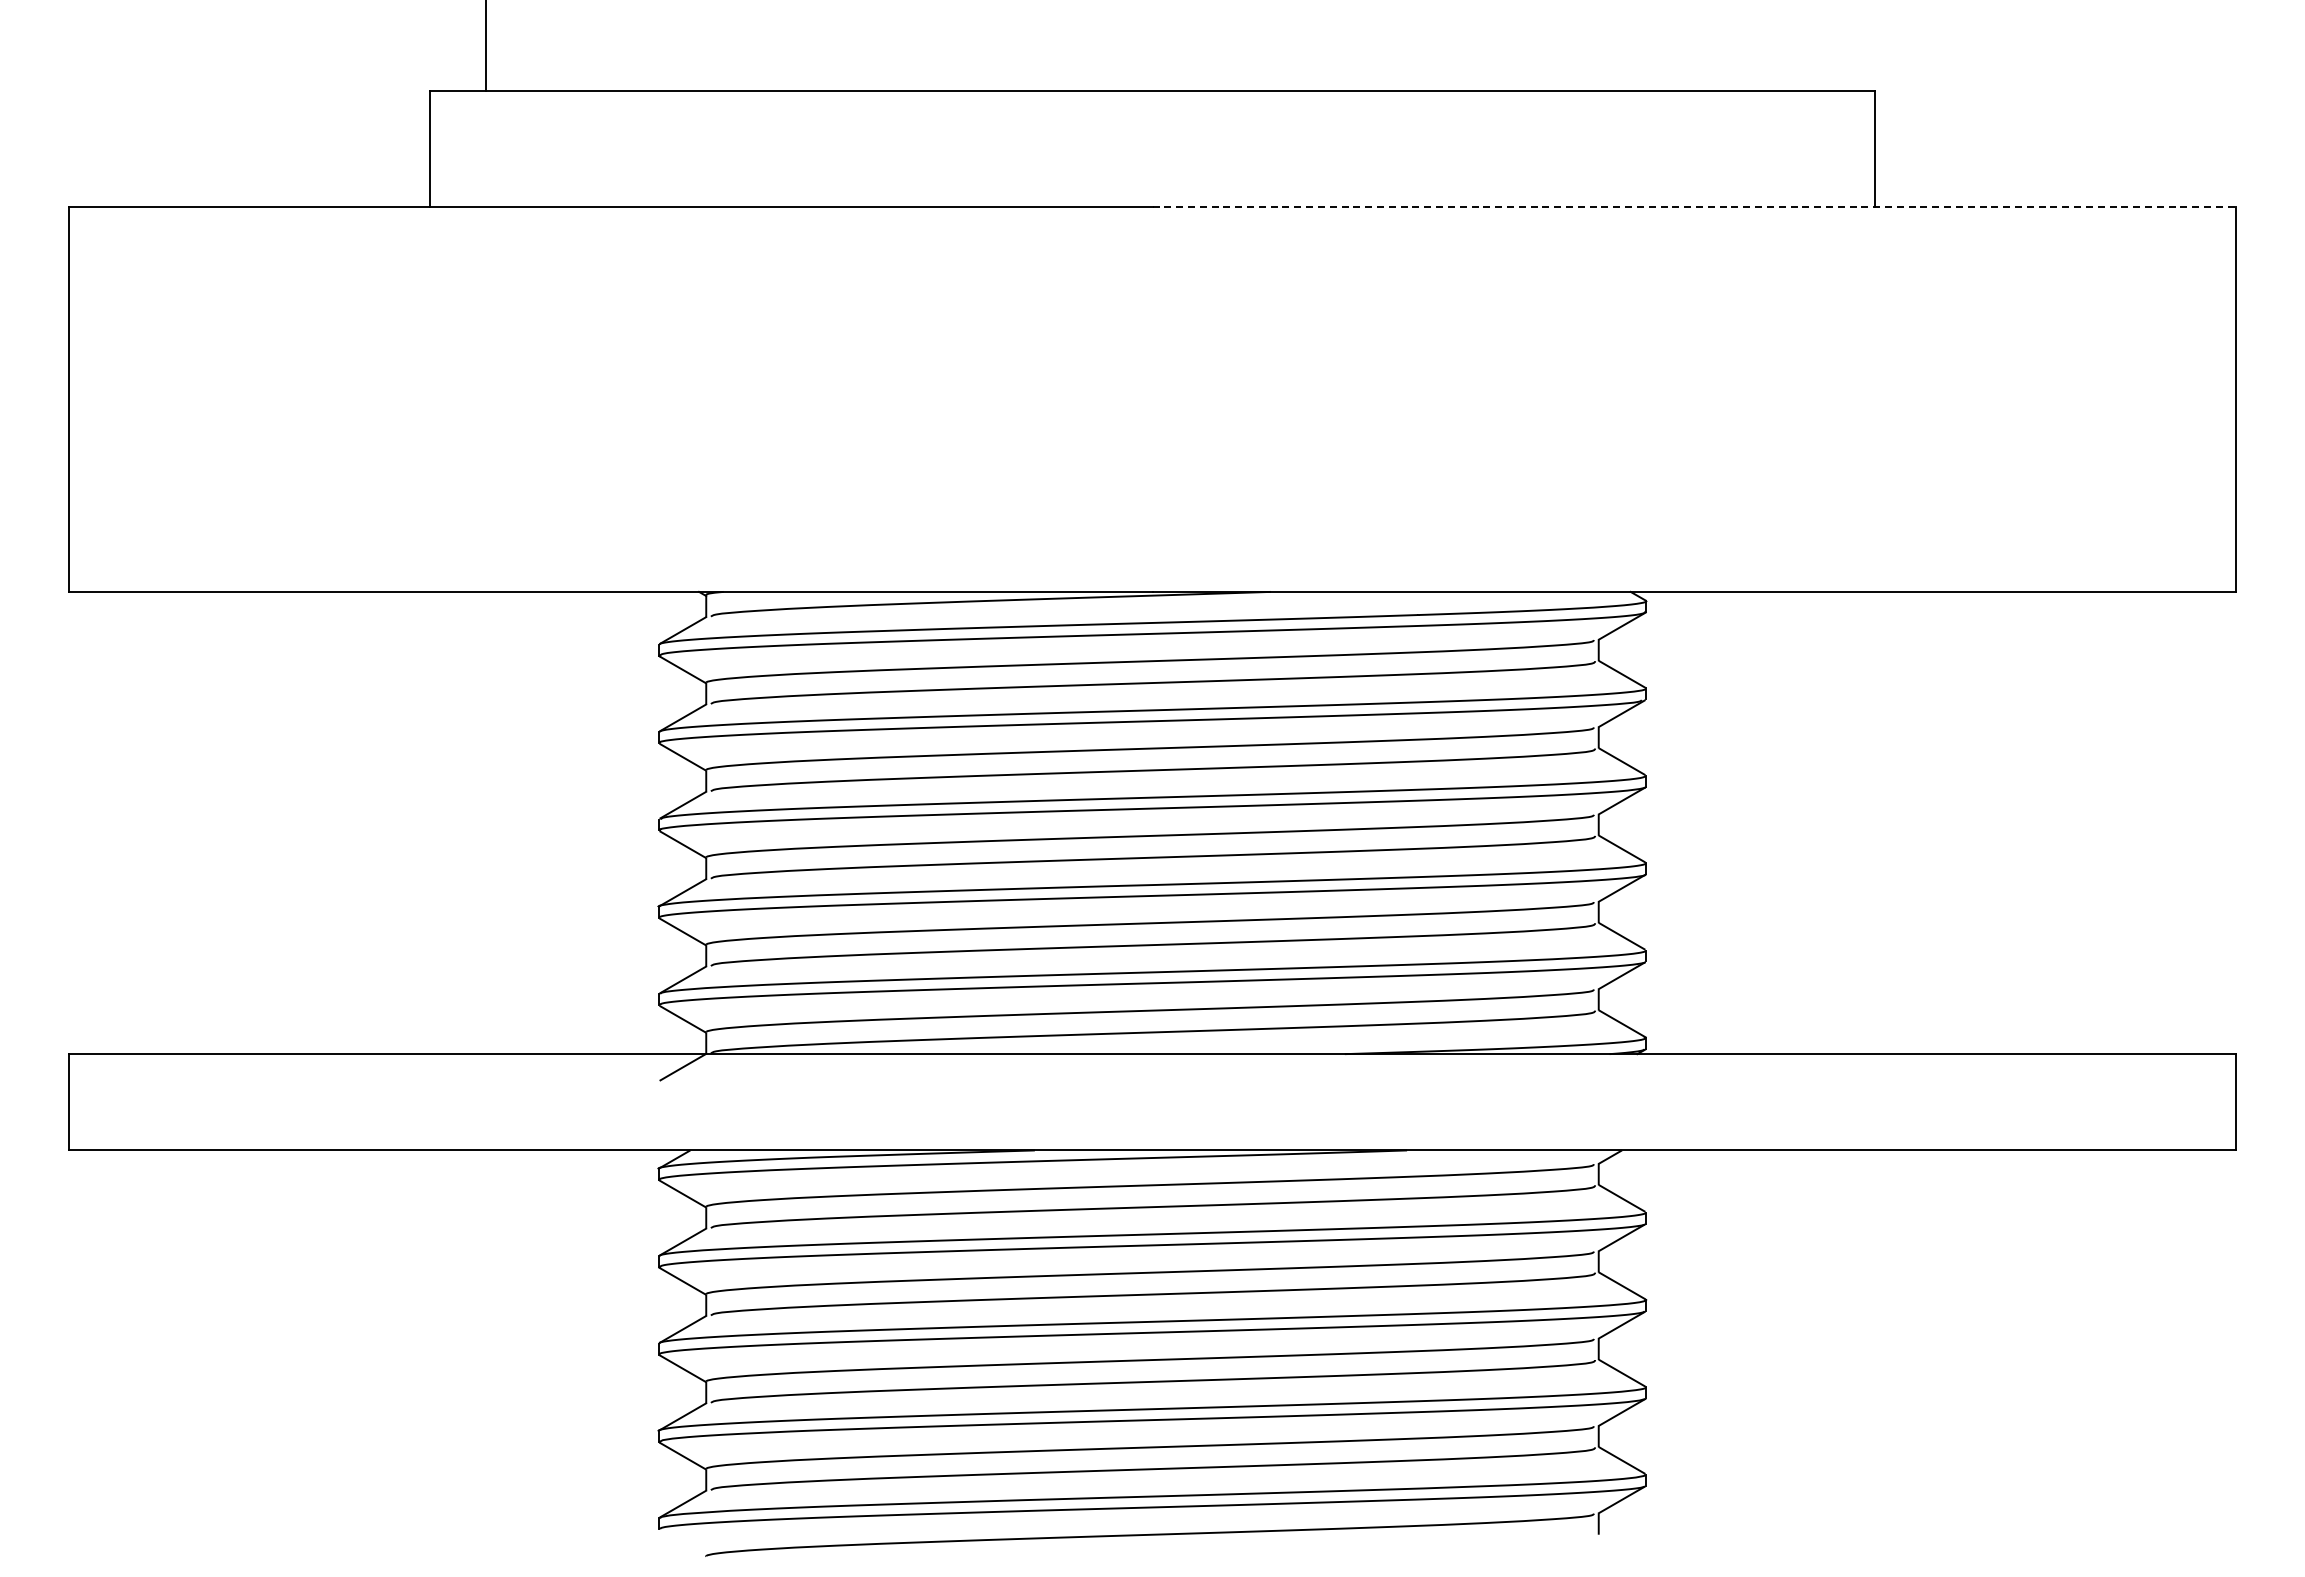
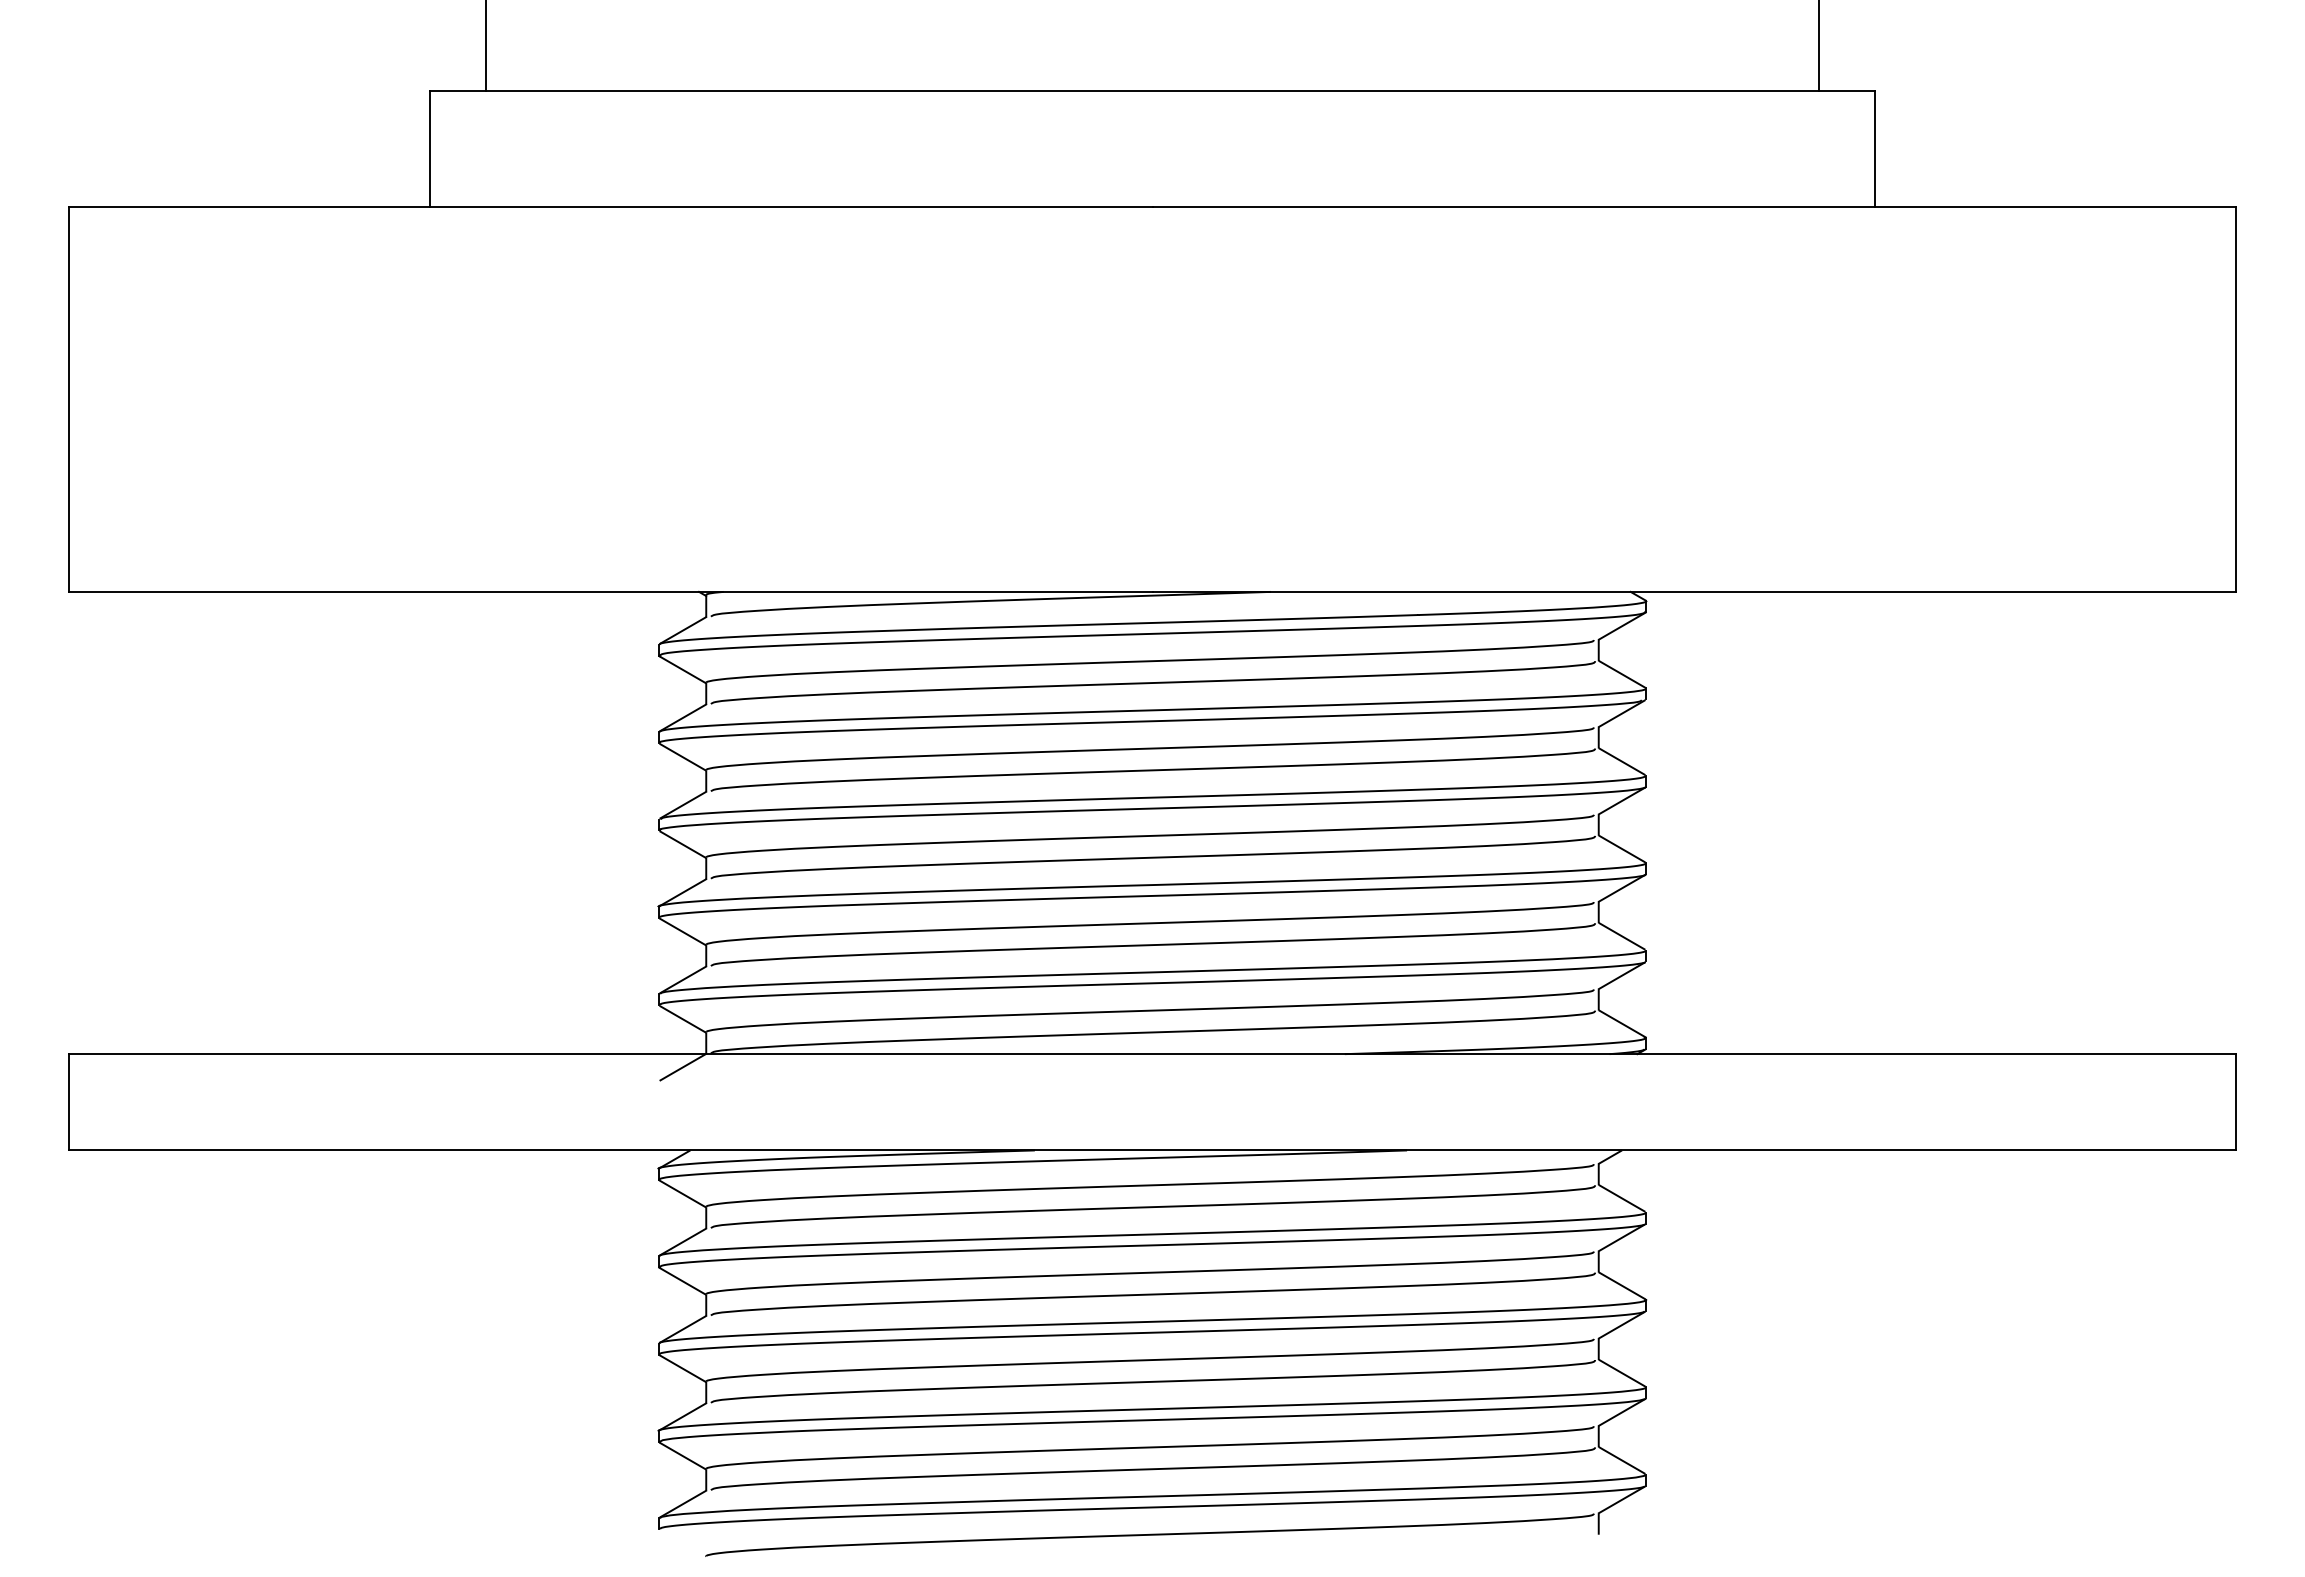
line at (1819, 46): none -> present
line at (1694, 206): dashed -> solid
